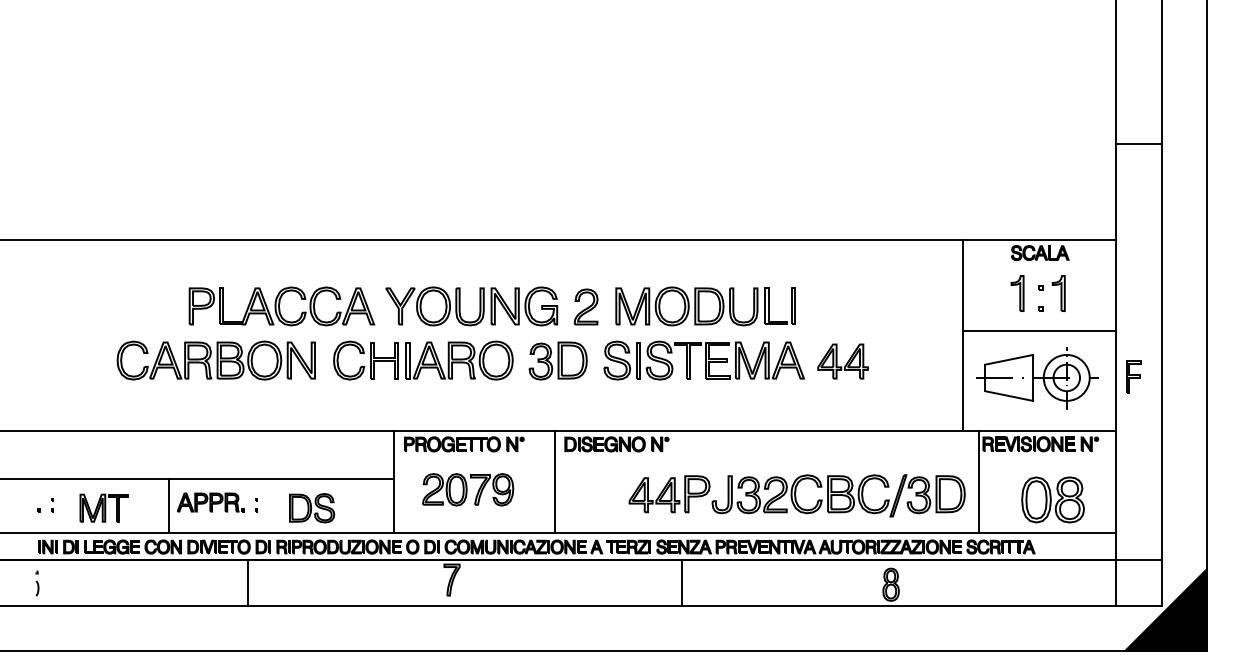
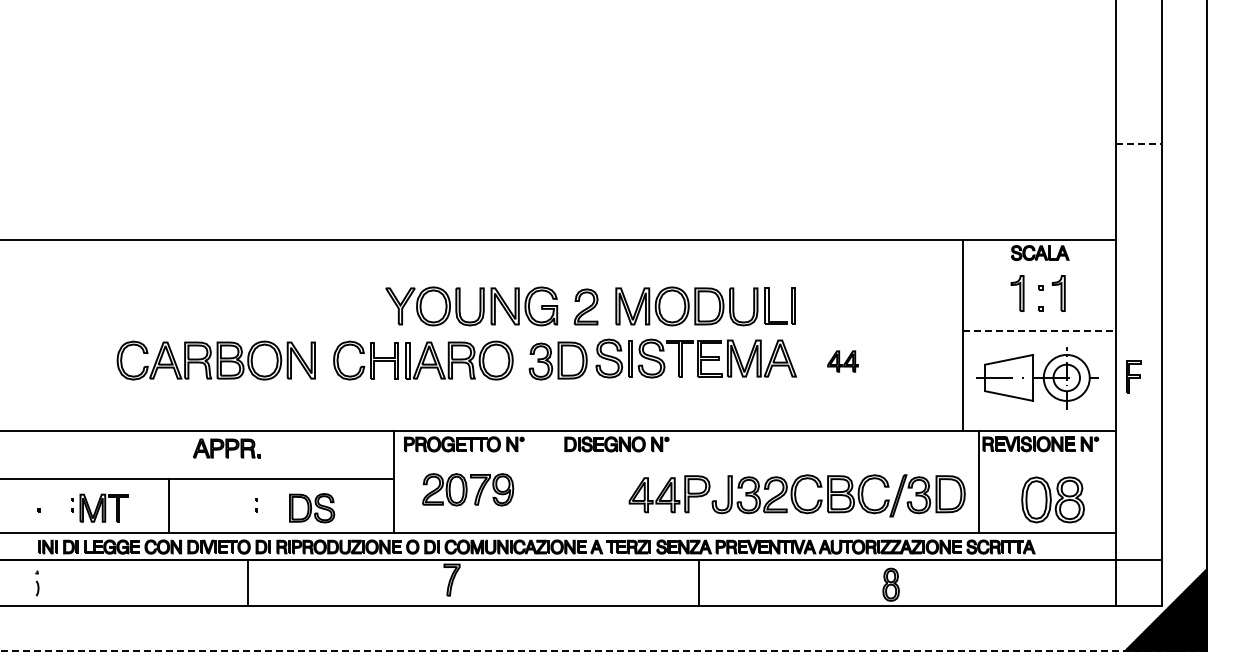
line at (1138, 143): solid -> dashed
part at (281, 306): present -> none
line at (1039, 331): solid -> dashed
part at (704, 360) position: (704, 360) -> (696, 358)
part at (842, 361) size: 52x37 px -> 32x23 px
line at (554, 482): present -> none
part at (210, 502) position: (210, 502) -> (226, 448)
part at (52, 505) position: (52, 505) -> (72, 505)
line at (682, 582) position: (682, 582) -> (699, 582)
line at (603, 650): solid -> dashed
